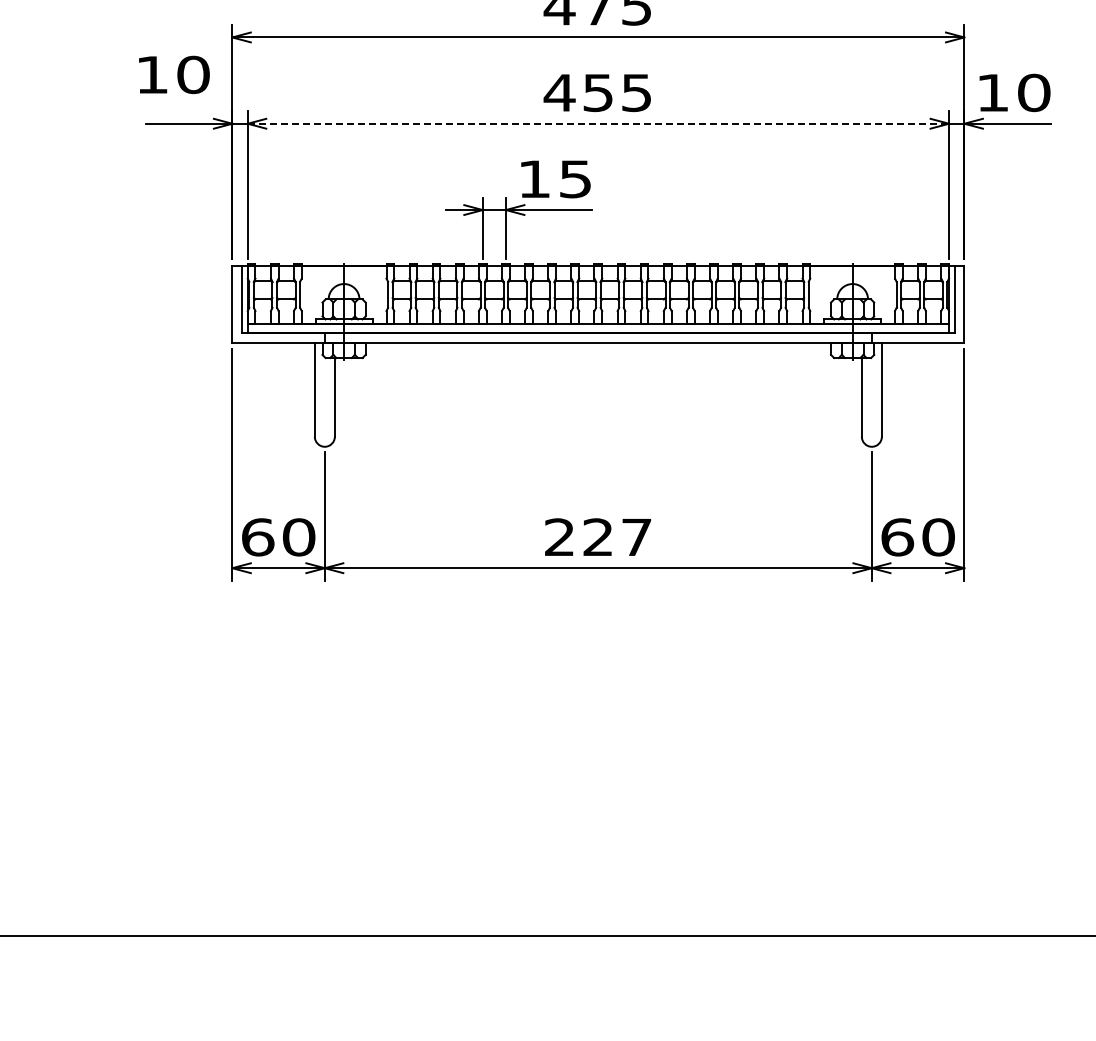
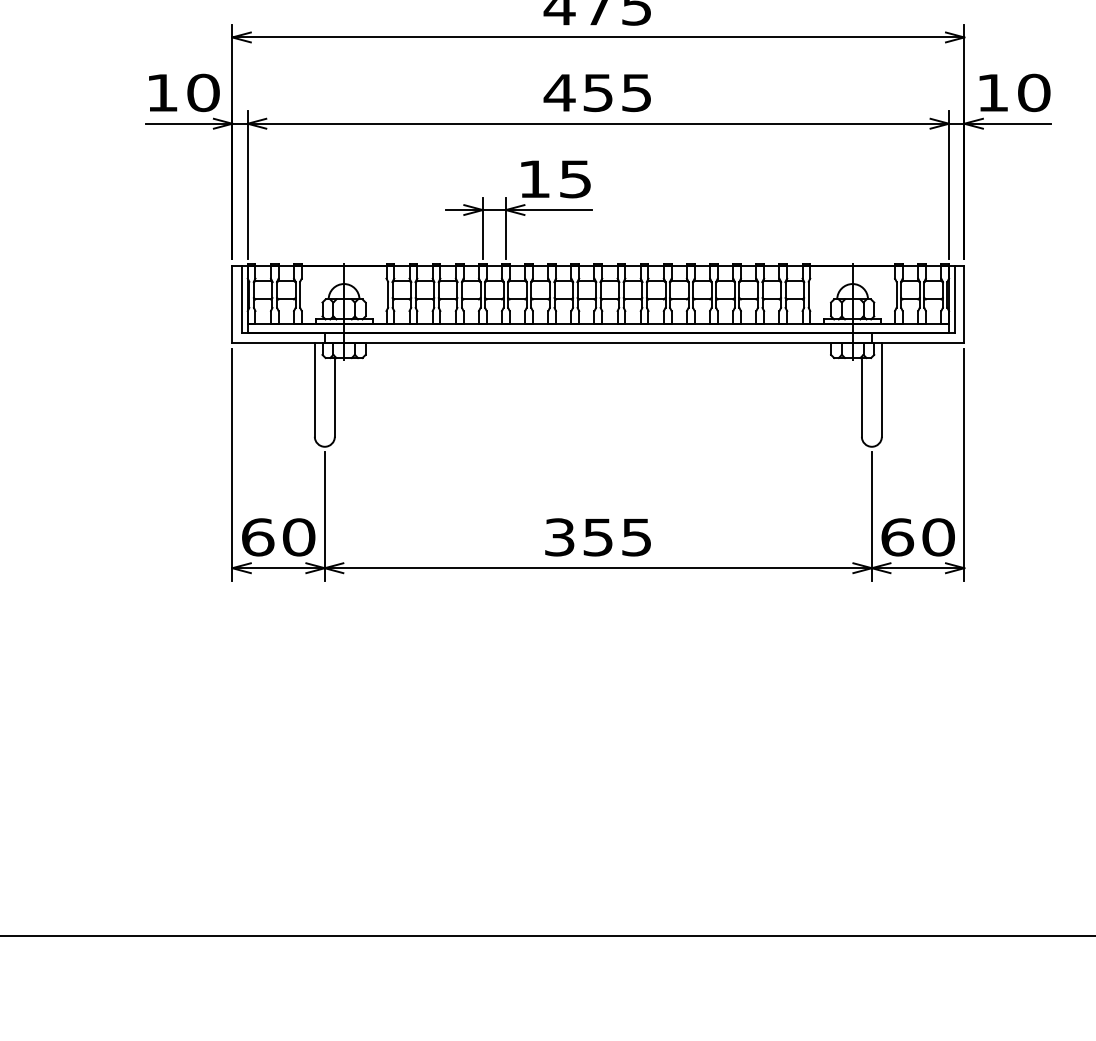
text at (174, 74) position: (174, 74) -> (184, 92)
line at (598, 123): dashed -> solid
text at (597, 537): 227 -> 355
